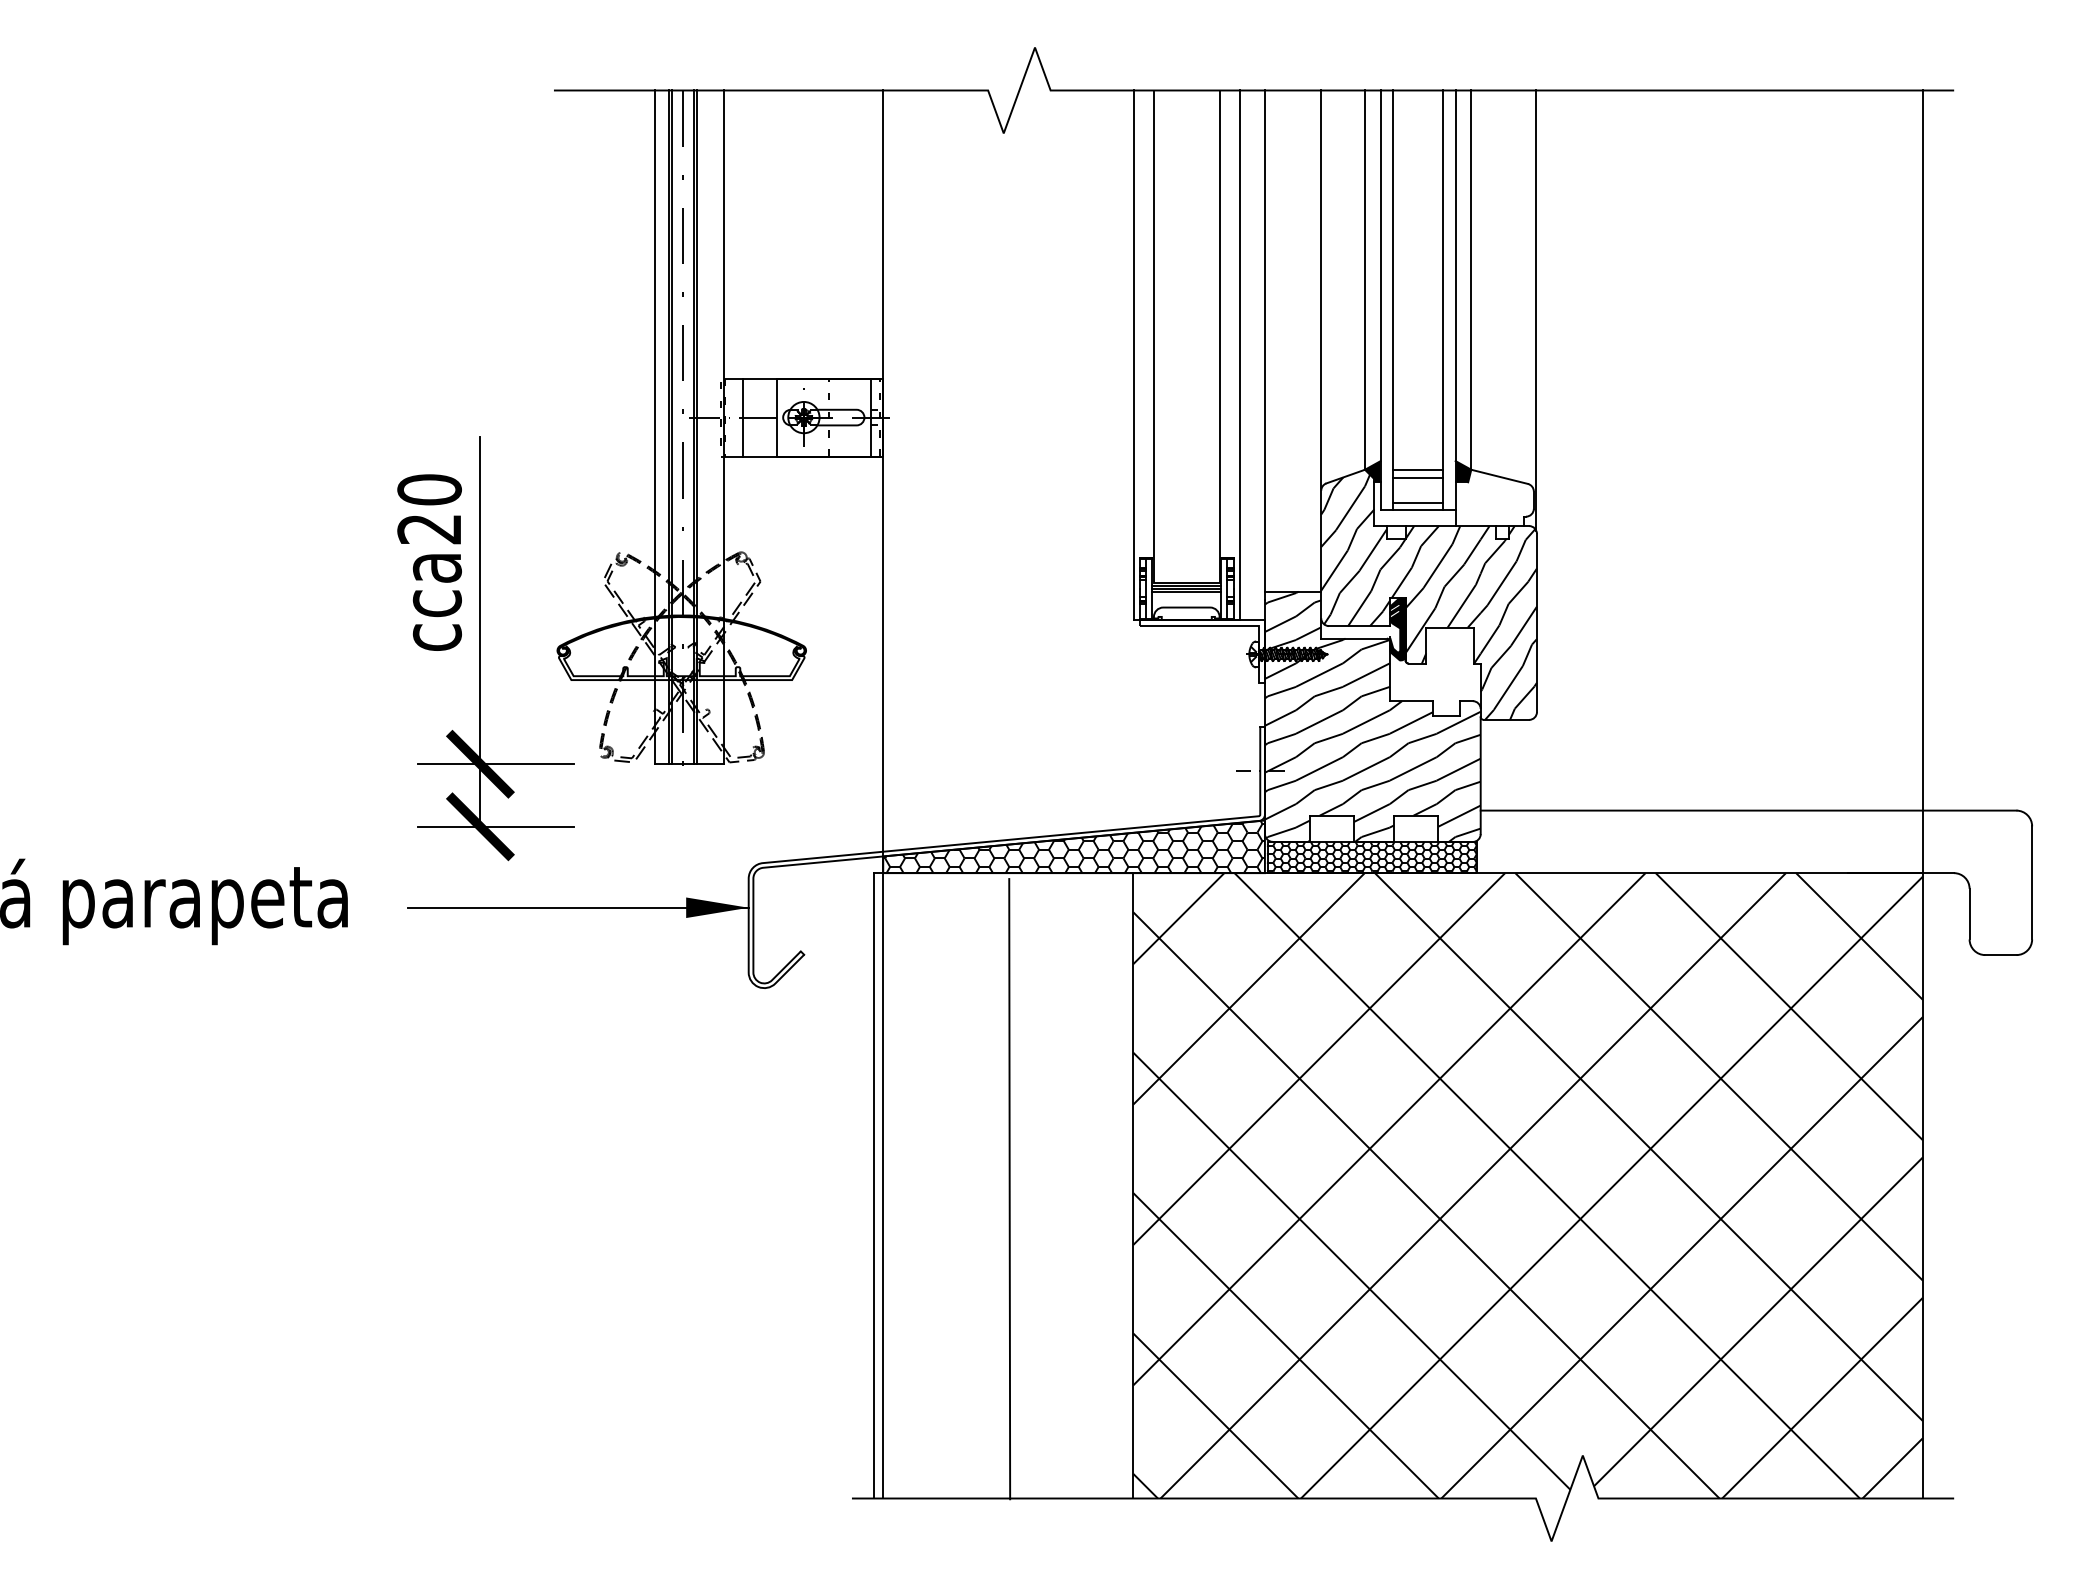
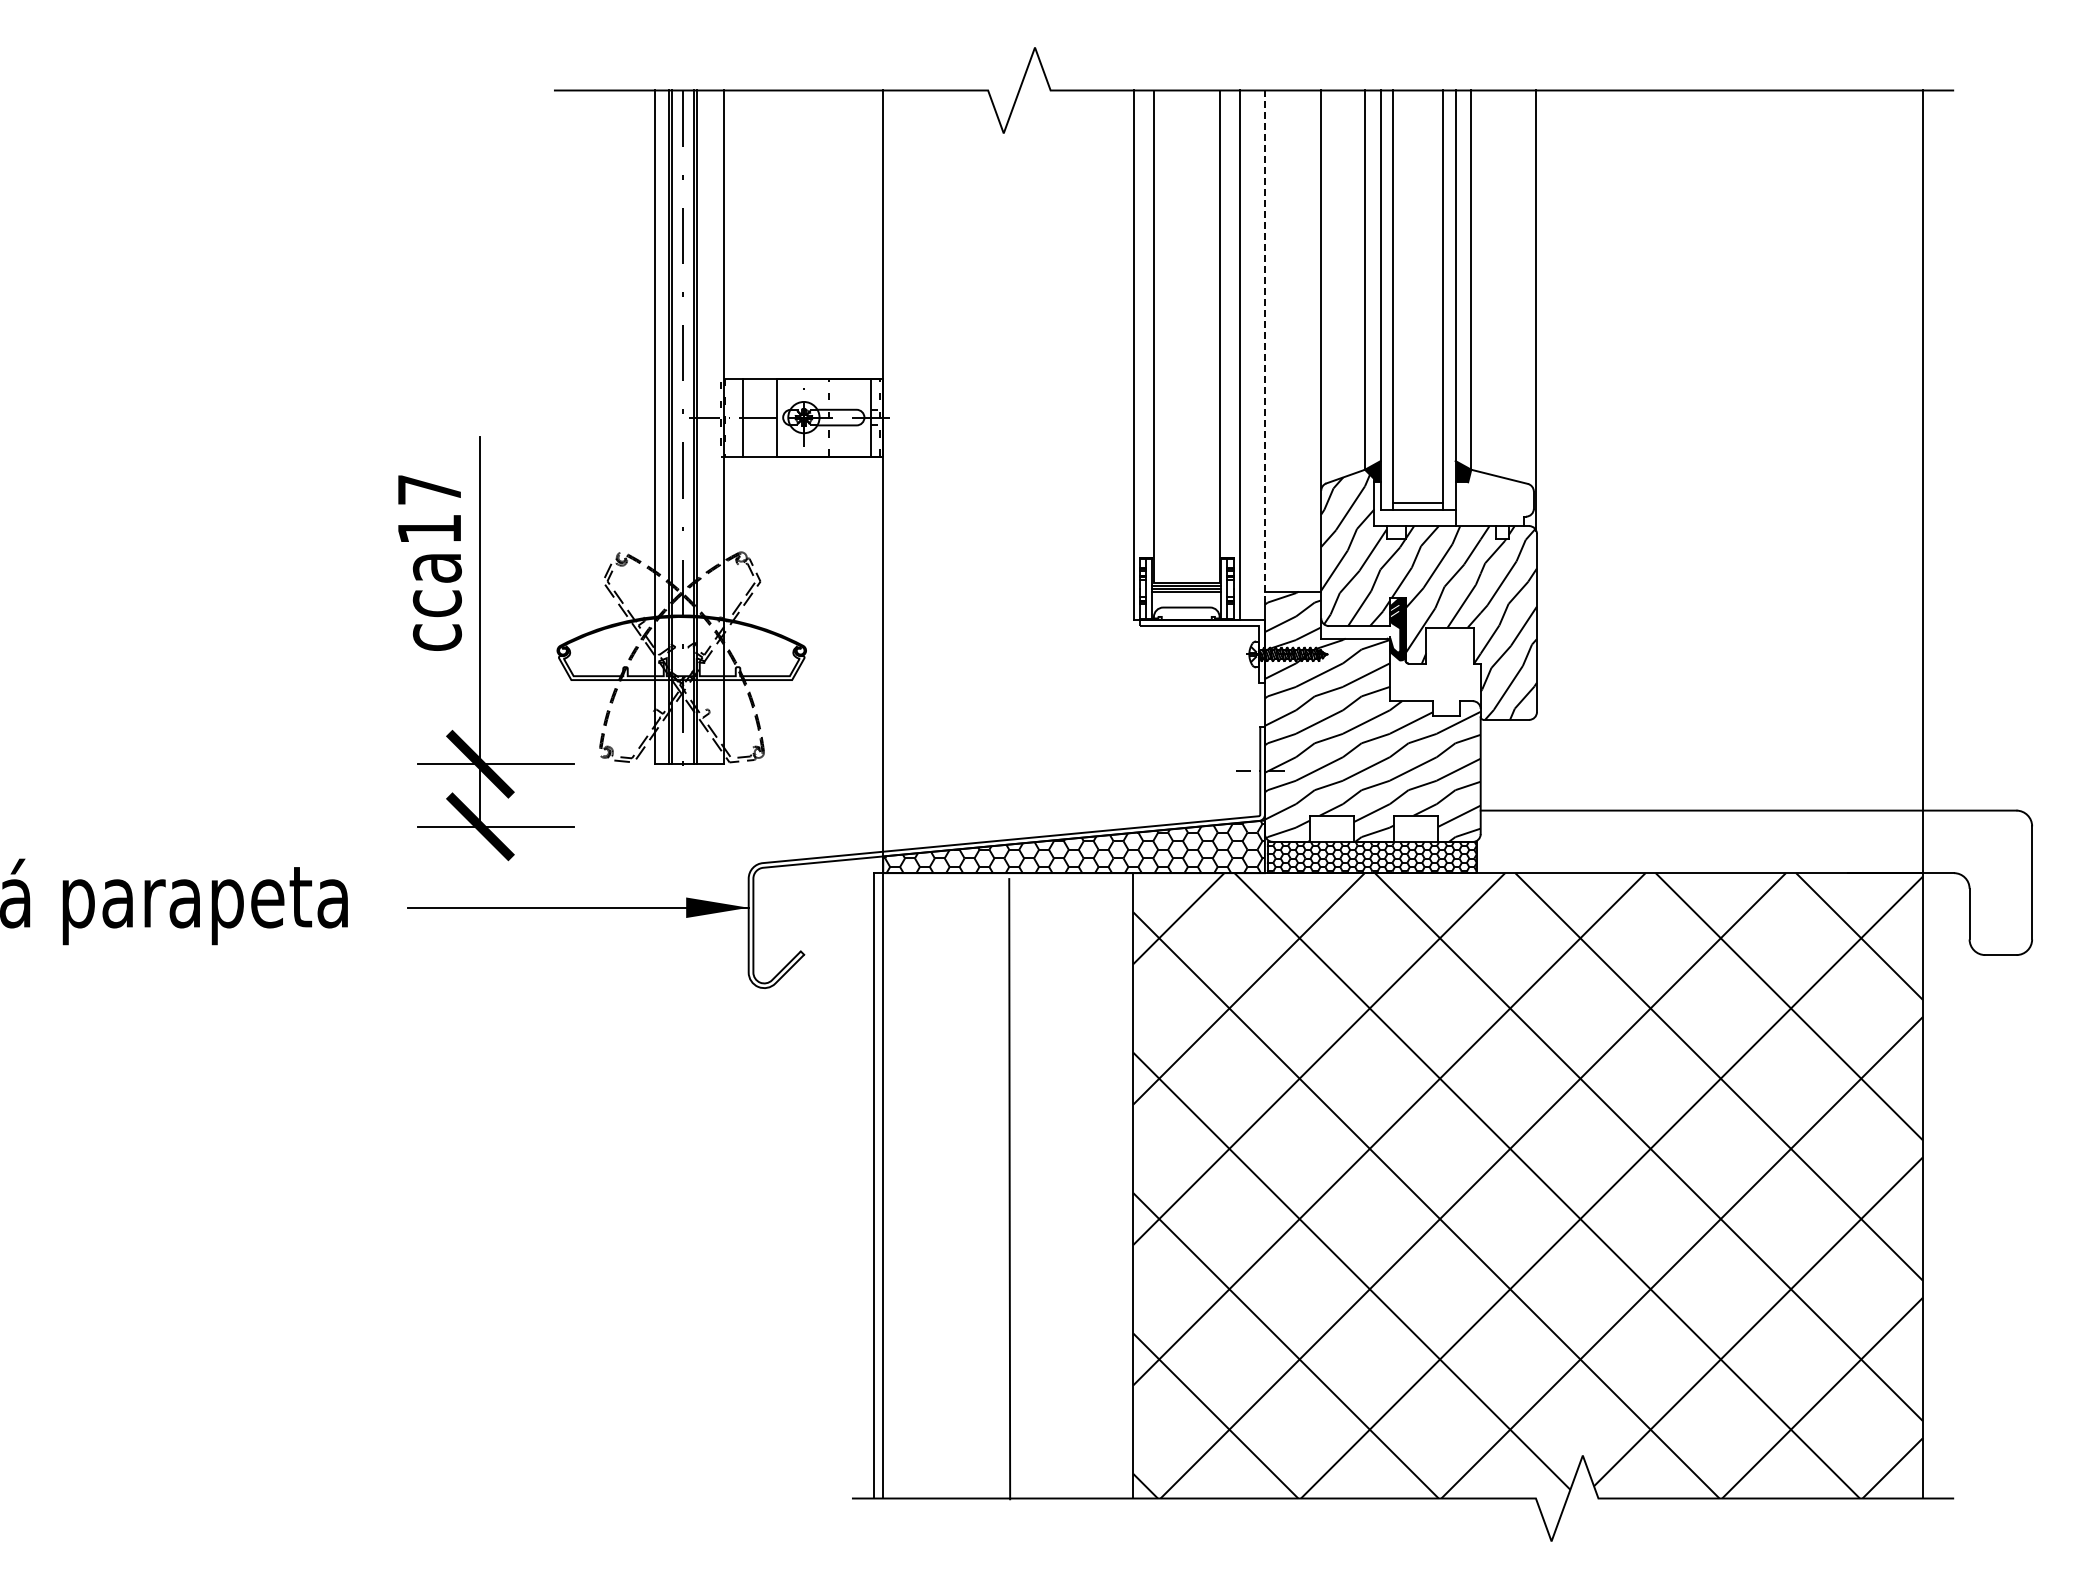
line at (1264, 345): solid -> dashed
line at (1418, 469): present -> none
line at (1418, 477): present -> none
text at (429, 509): cca20 -> cca17
